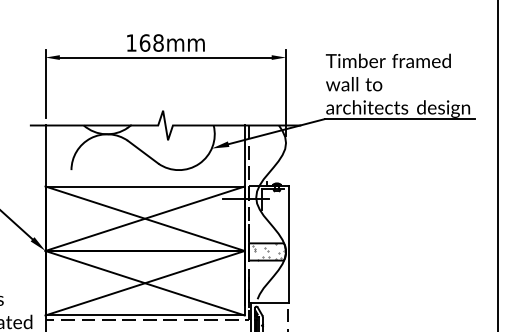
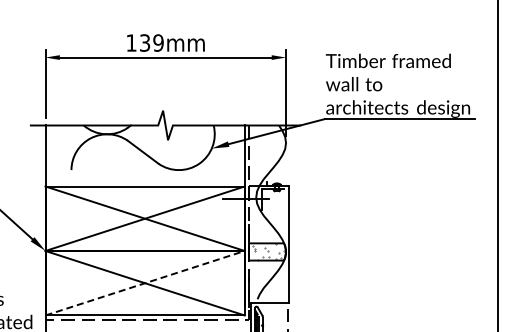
text at (151, 42): 168mm -> 139mm
line at (145, 283): solid -> dashed
